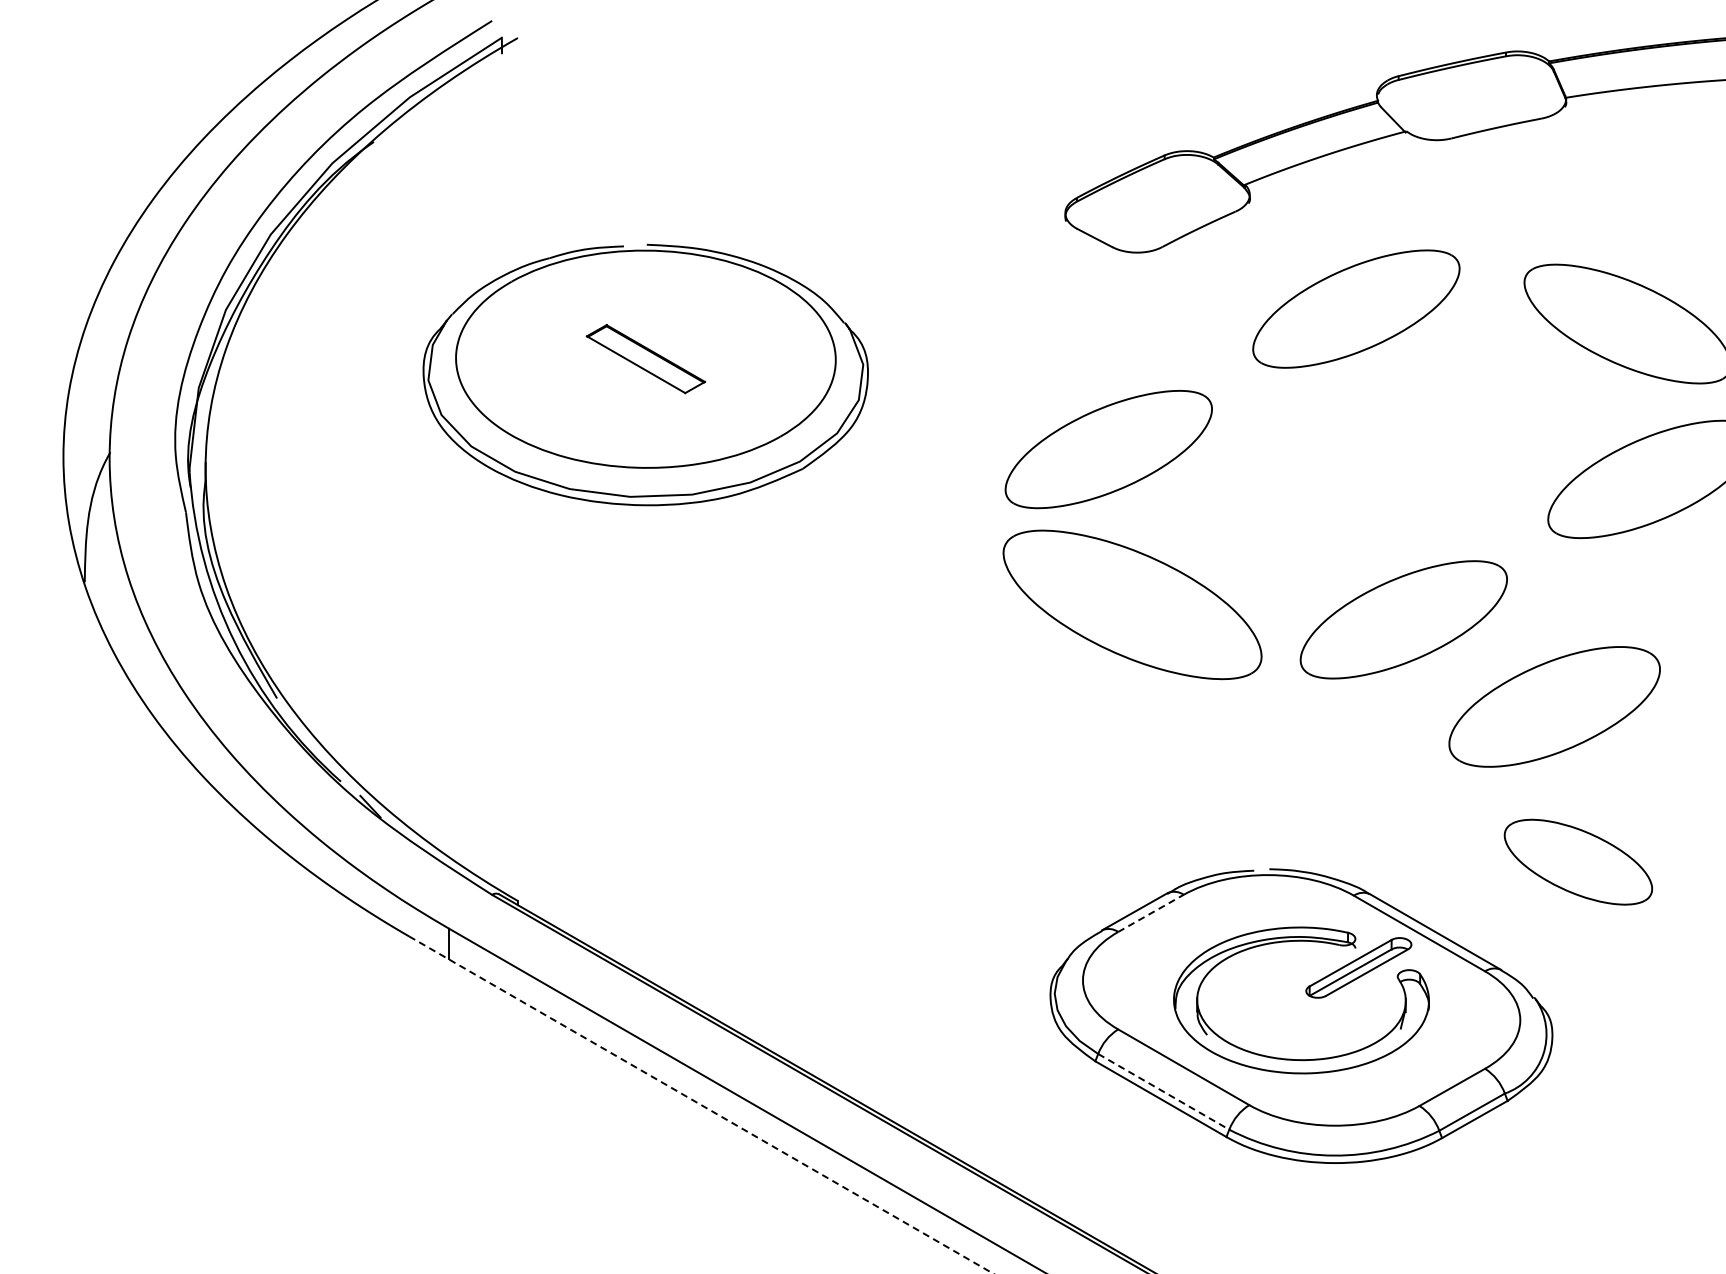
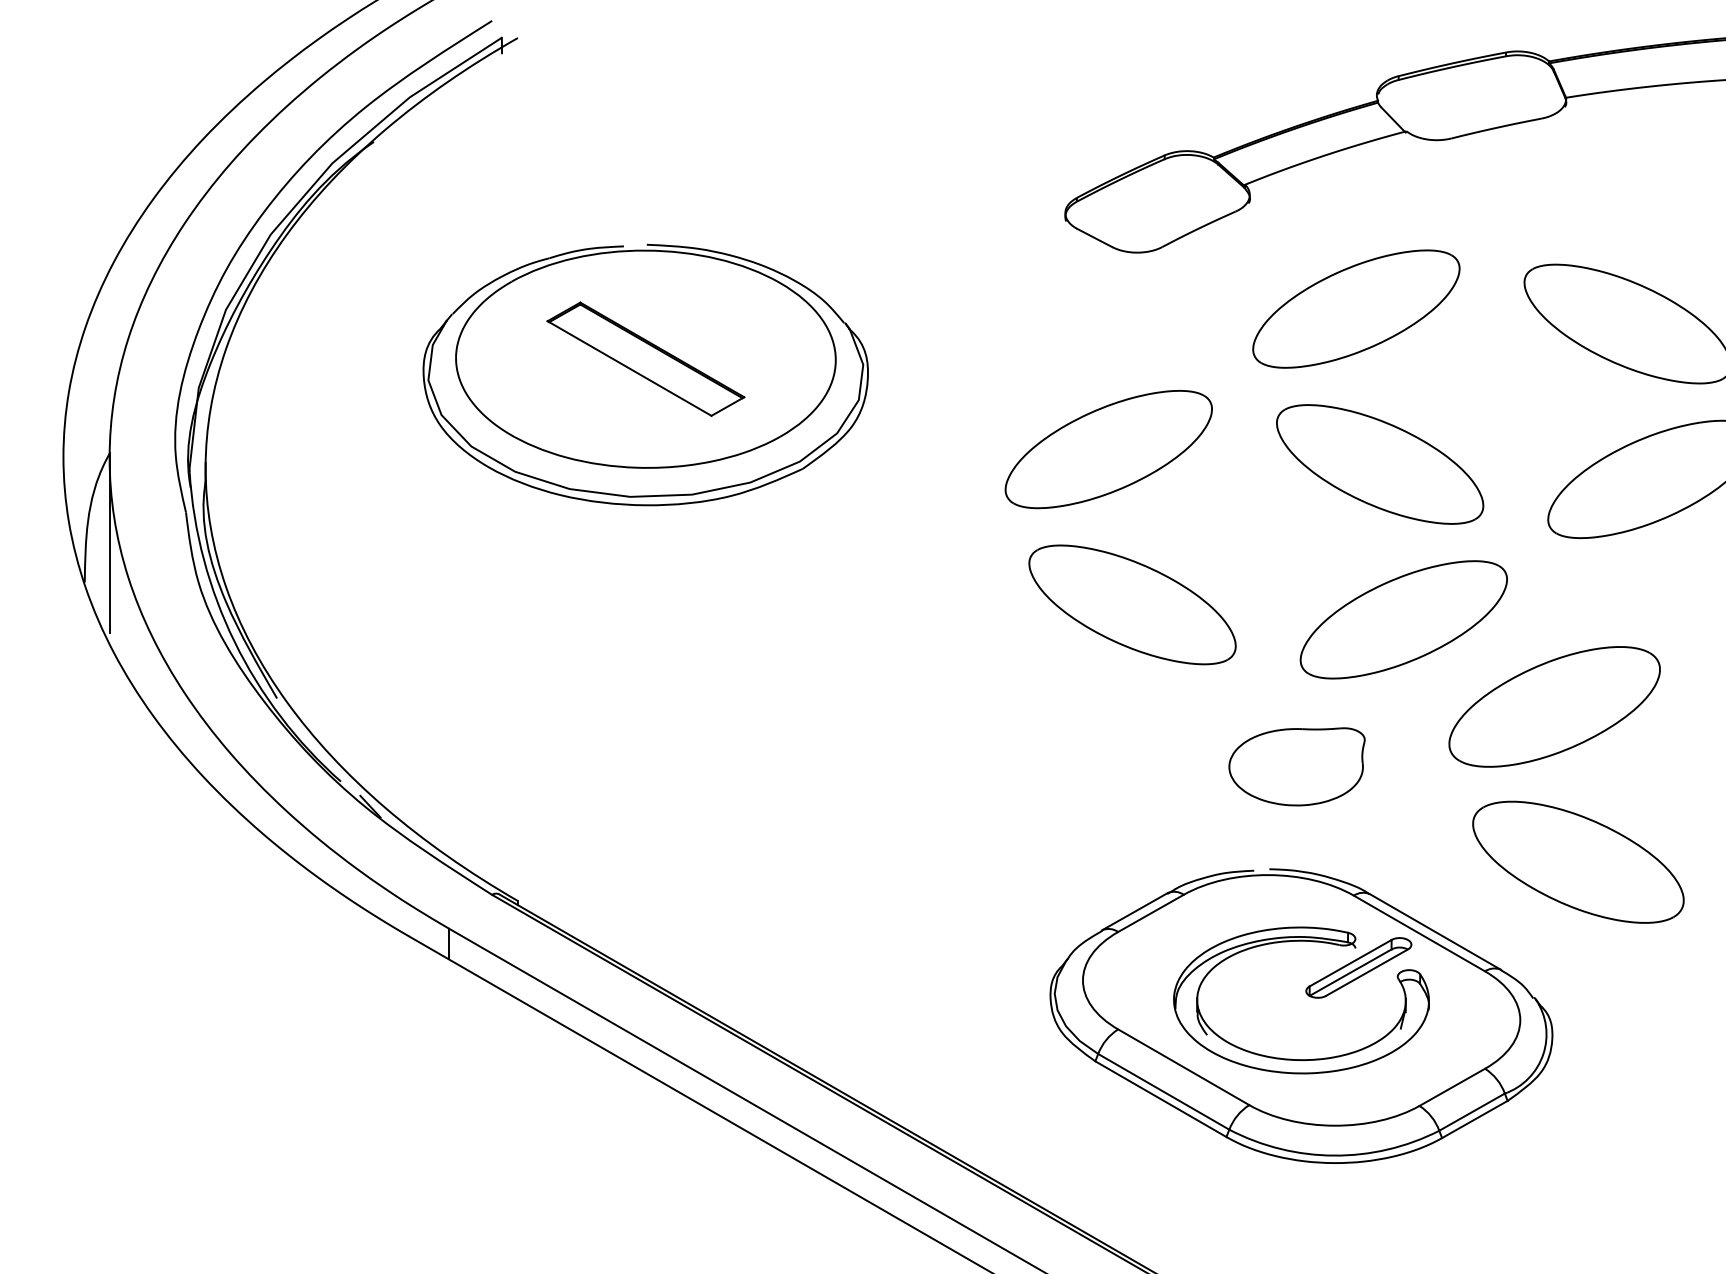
part at (645, 359) size: 121x71 px -> 200x116 px
part at (1380, 464): none -> present
line at (109, 543): none -> present
part at (1132, 604) size: 261x152 px -> 209x122 px
part at (1296, 766): none -> present
part at (1577, 861) size: 150x88 px -> 213x124 px
line at (1150, 913): dashed -> solid
line at (1163, 1091): dashed -> solid
line at (701, 1105): dashed -> solid
